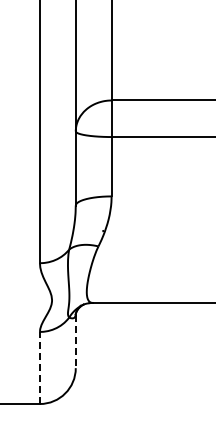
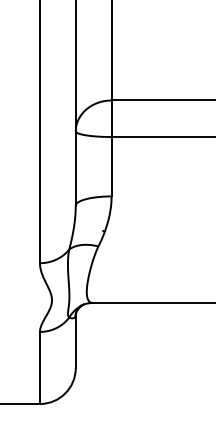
line at (75, 341): dashed -> solid
line at (39, 367): dashed -> solid
